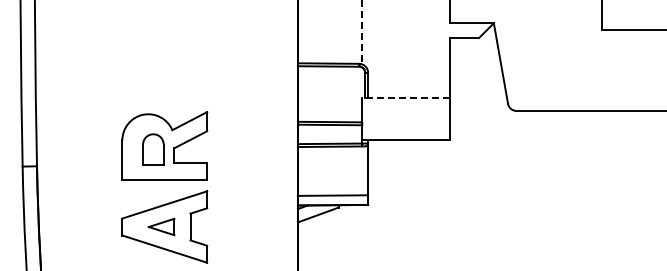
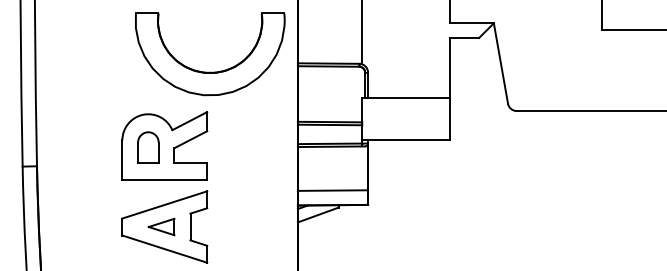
line at (362, 32): dashed -> solid
part at (210, 71): none -> present
line at (406, 97): dashed -> solid
part at (153, 149) position: (153, 149) -> (148, 147)
line at (332, 195) position: (332, 195) -> (332, 190)
